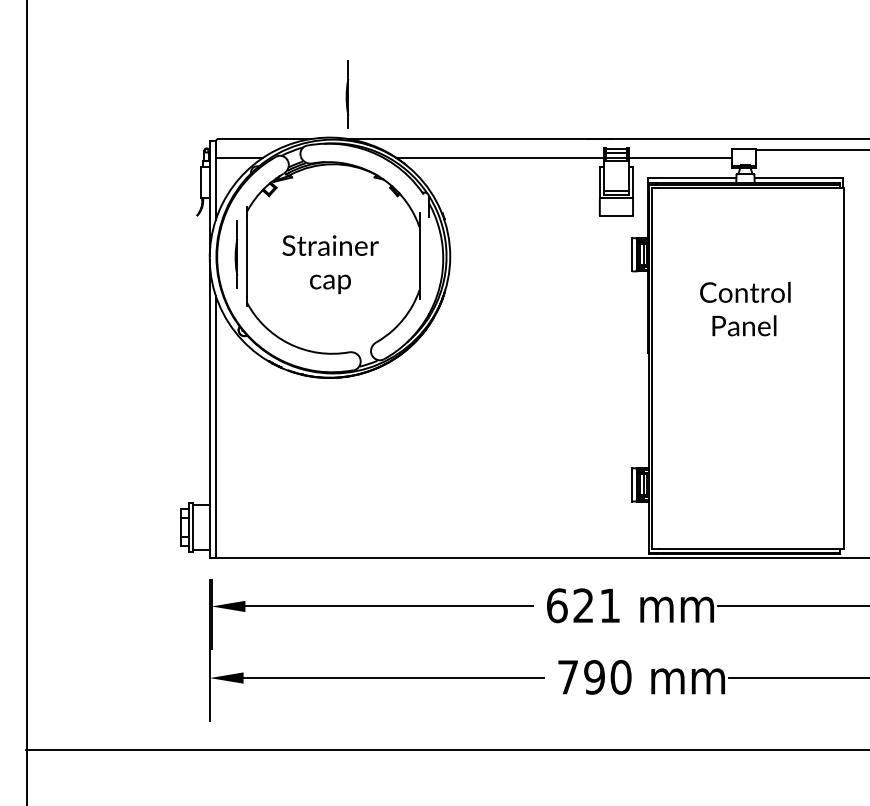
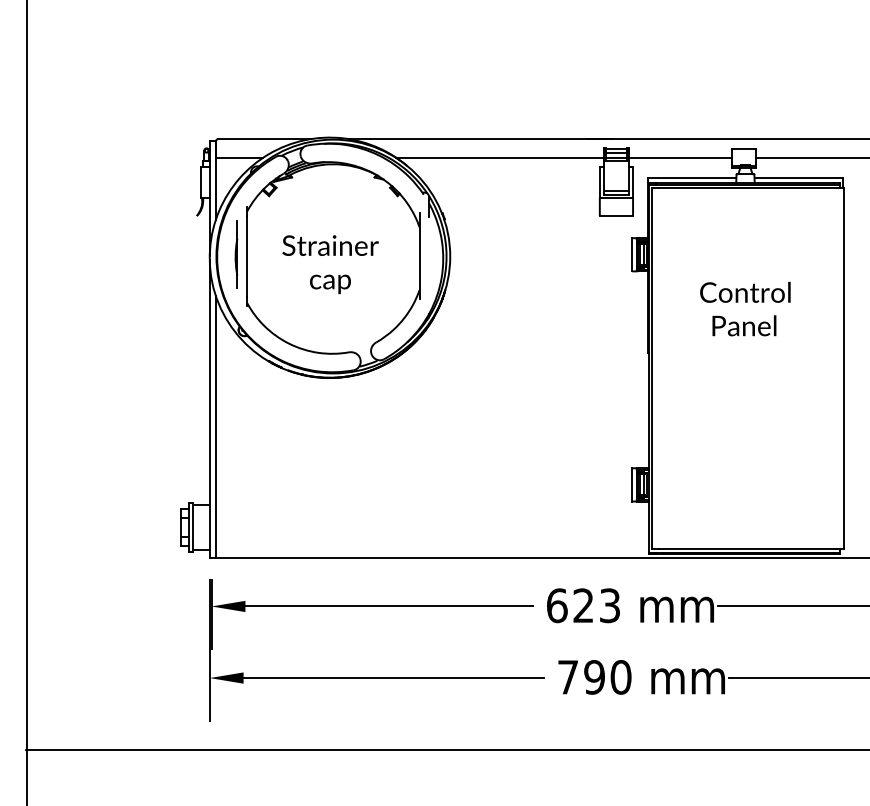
part at (347, 94): present -> none
line at (811, 149) position: (811, 149) -> (811, 157)
text at (609, 605): 621 -> 623
